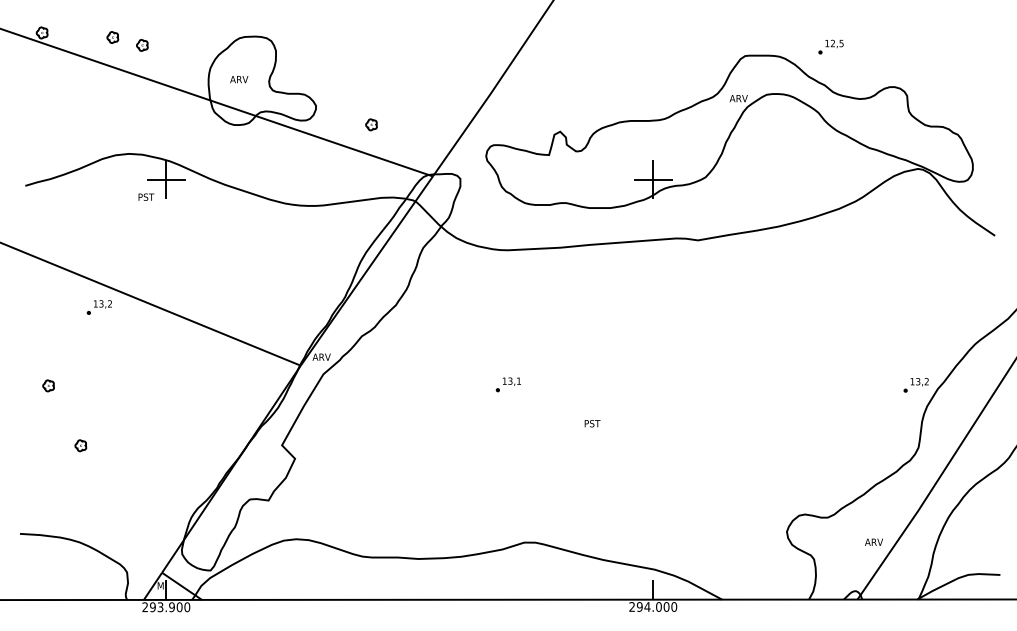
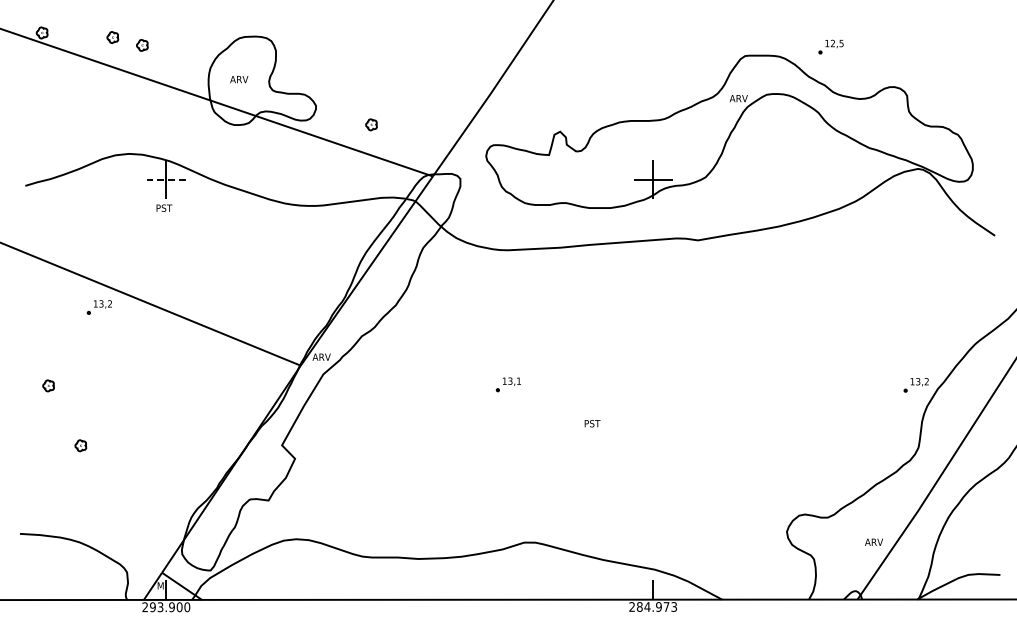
line at (165, 179): solid -> dashed
text at (146, 196) position: (146, 196) -> (164, 207)
text at (656, 606): 294.000 -> 284.973
